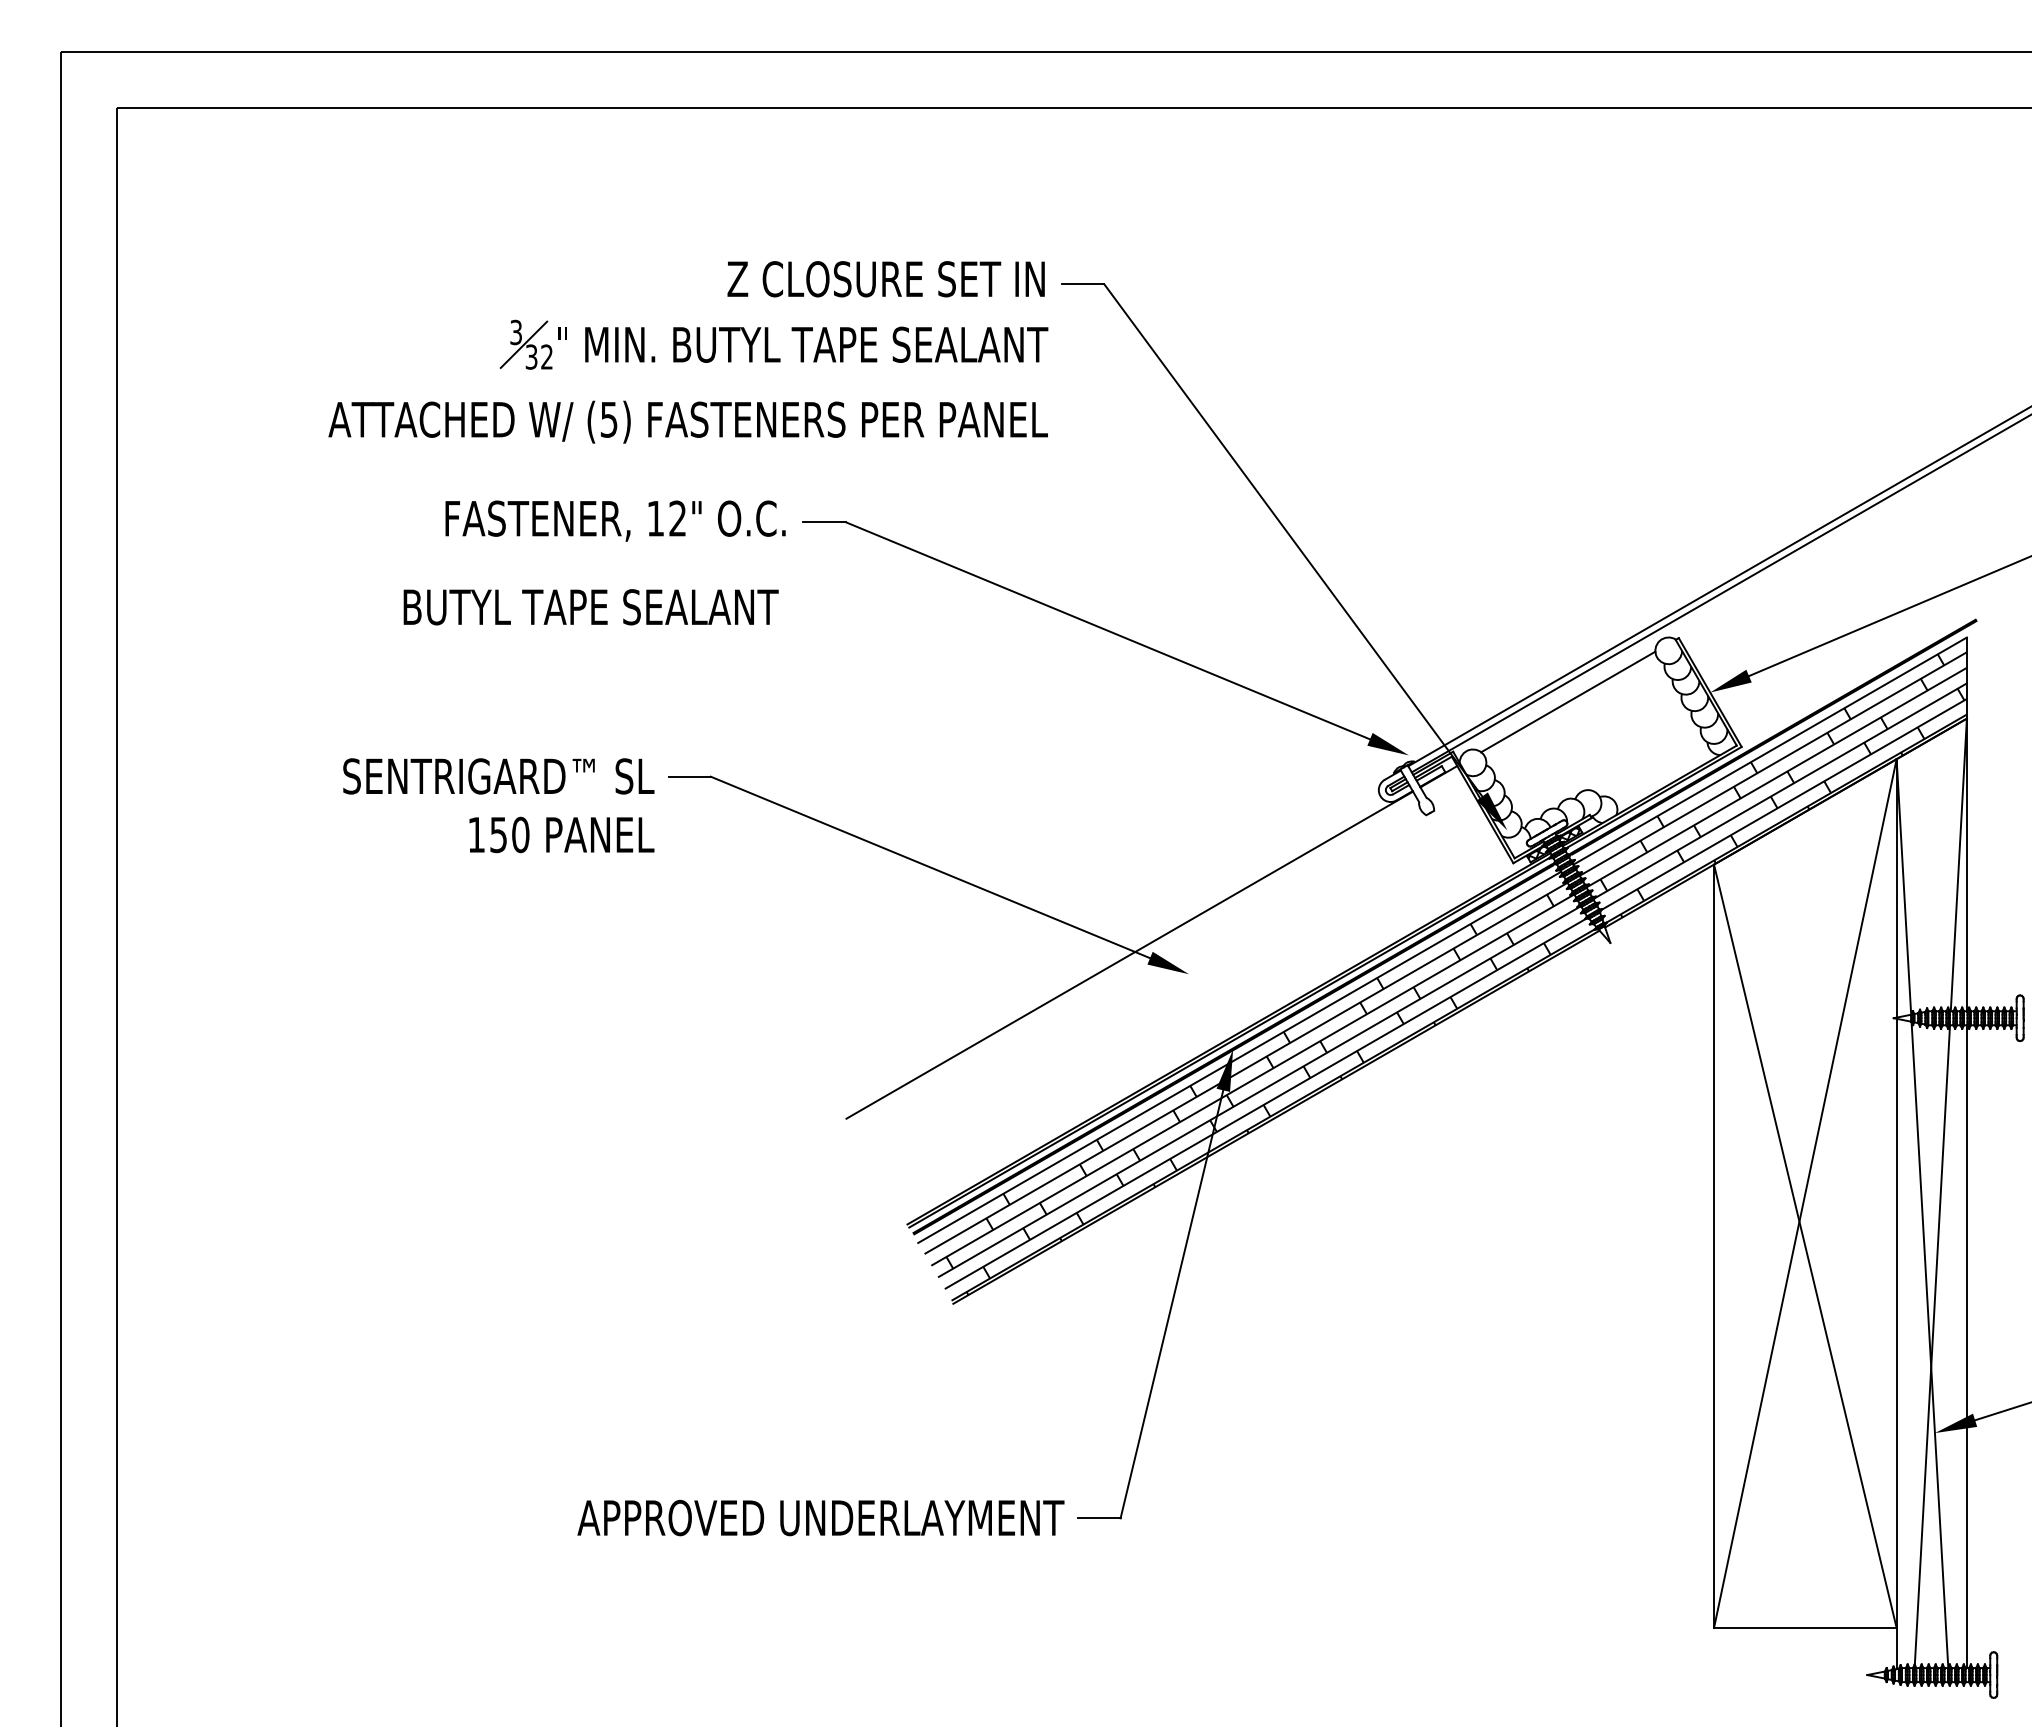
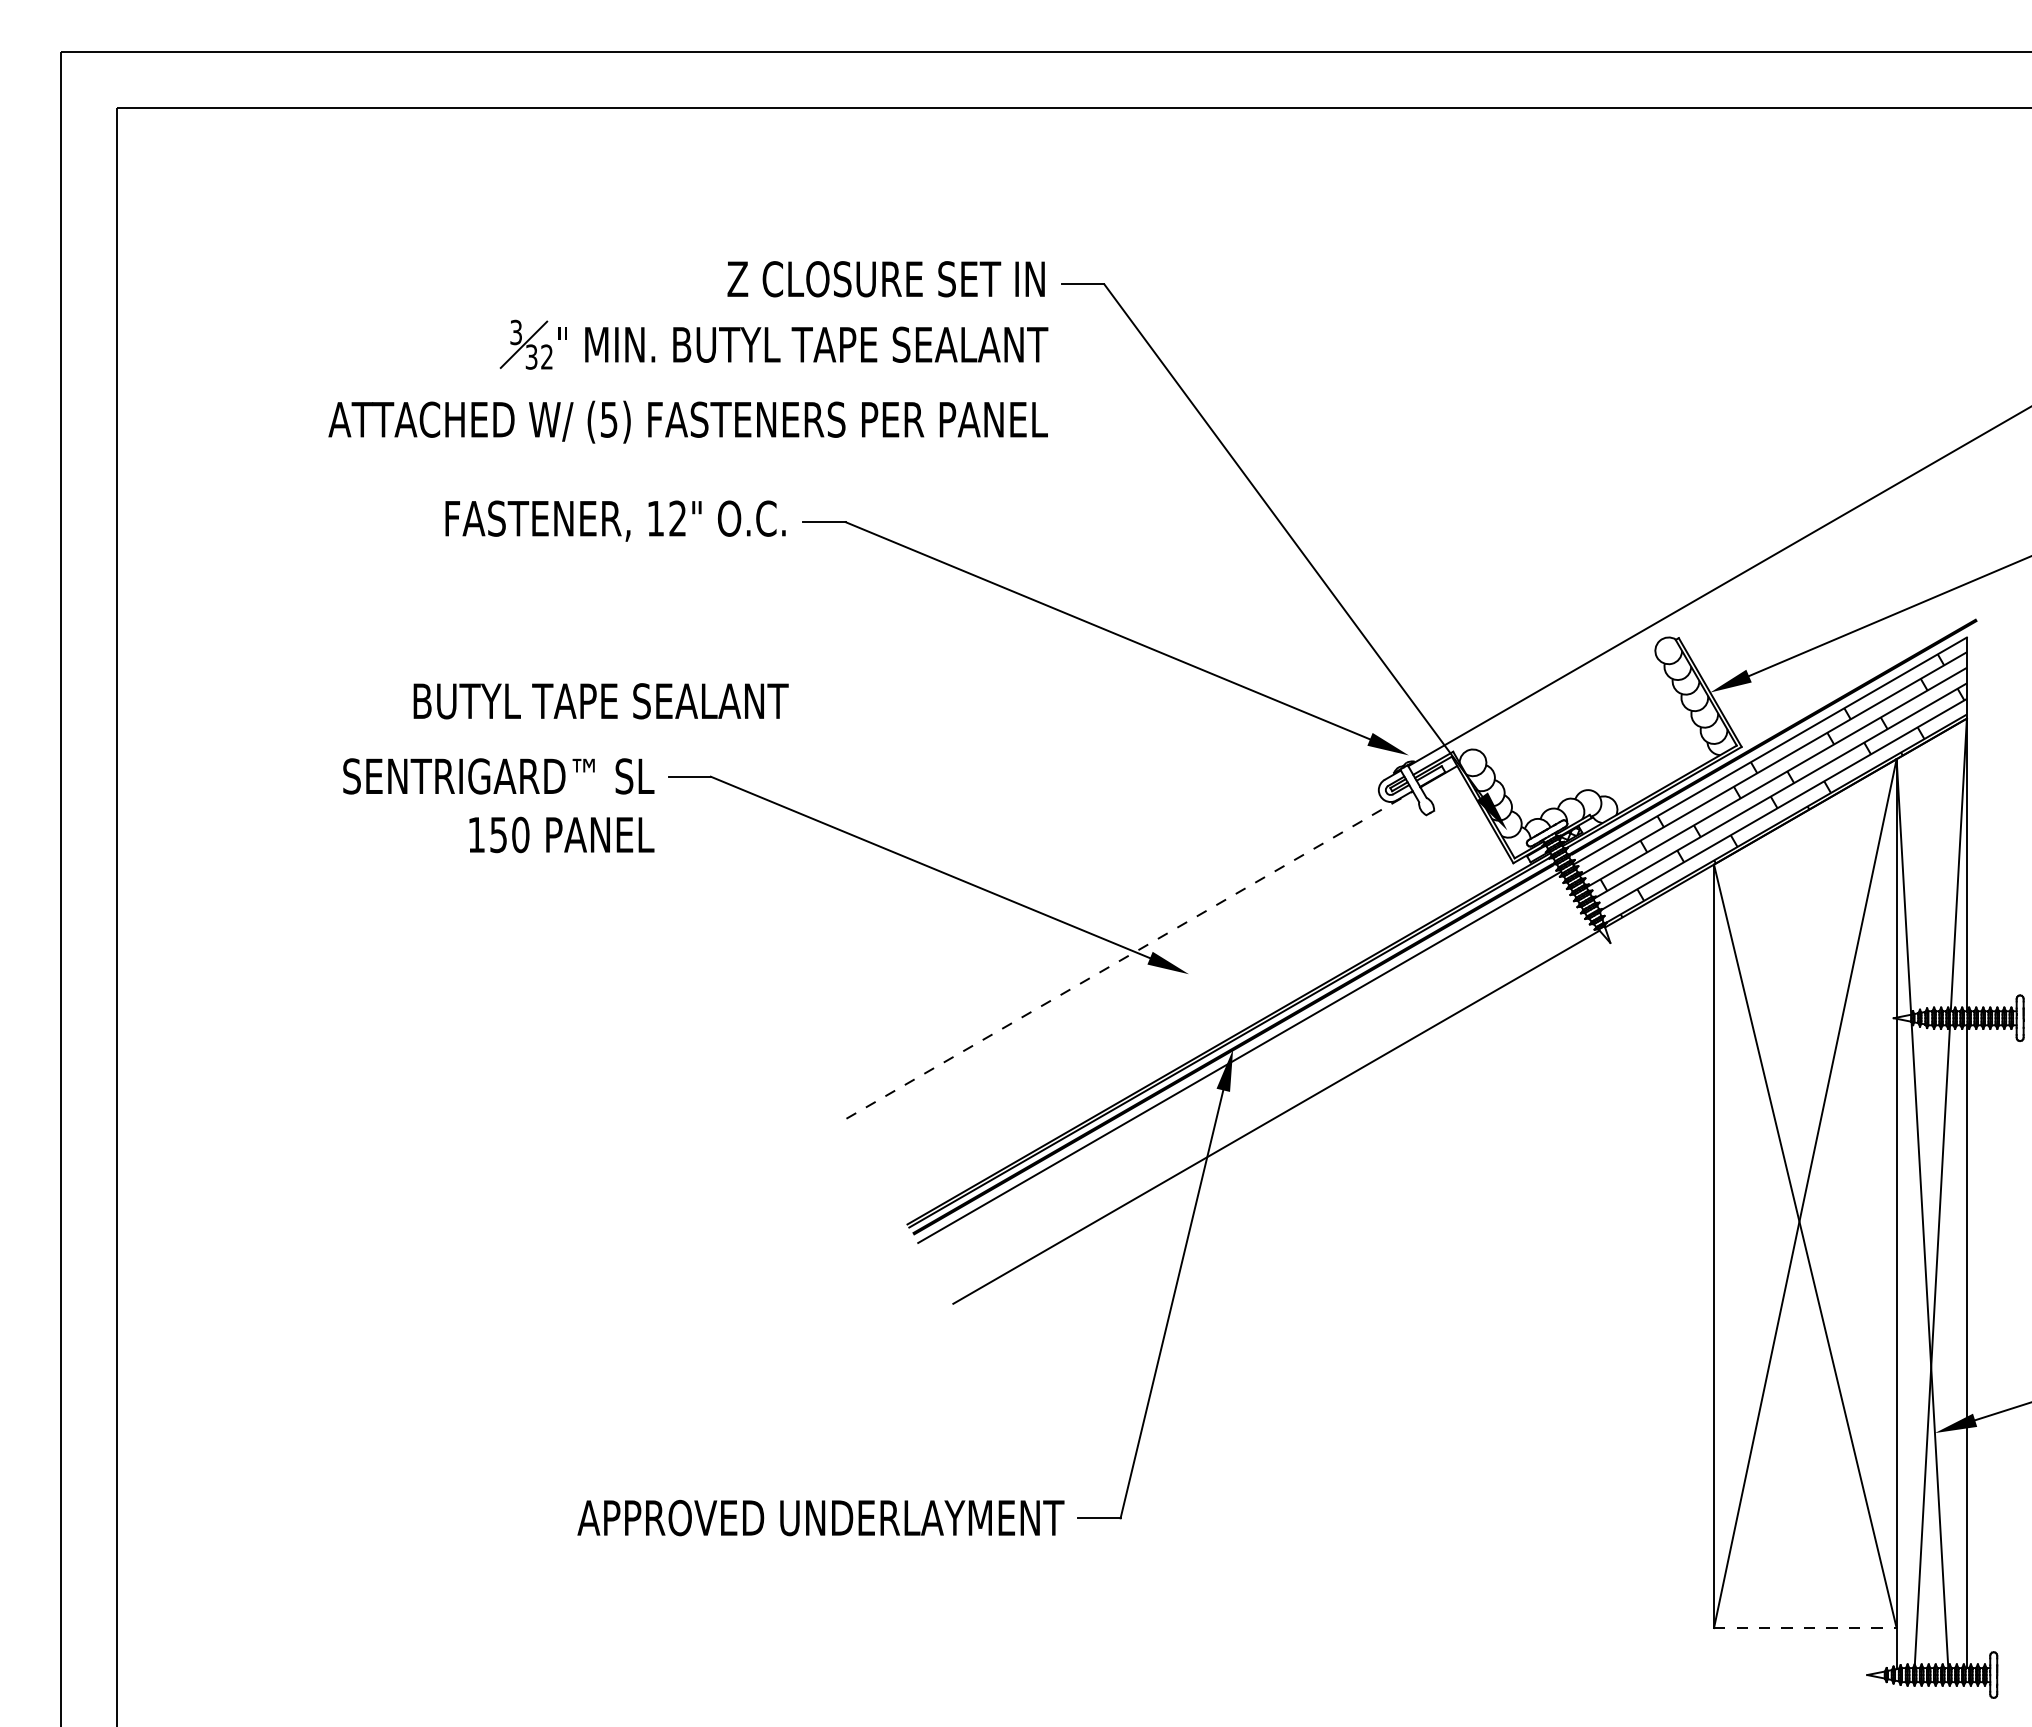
line at (1719, 594): present -> none
text at (590, 607) position: (590, 607) -> (600, 701)
line at (1568, 701): present -> none
hatch at (1538, 852): present -> none
line at (1130, 954): solid -> dashed
hatch at (1259, 1091): present -> none
line at (1805, 1628): solid -> dashed
